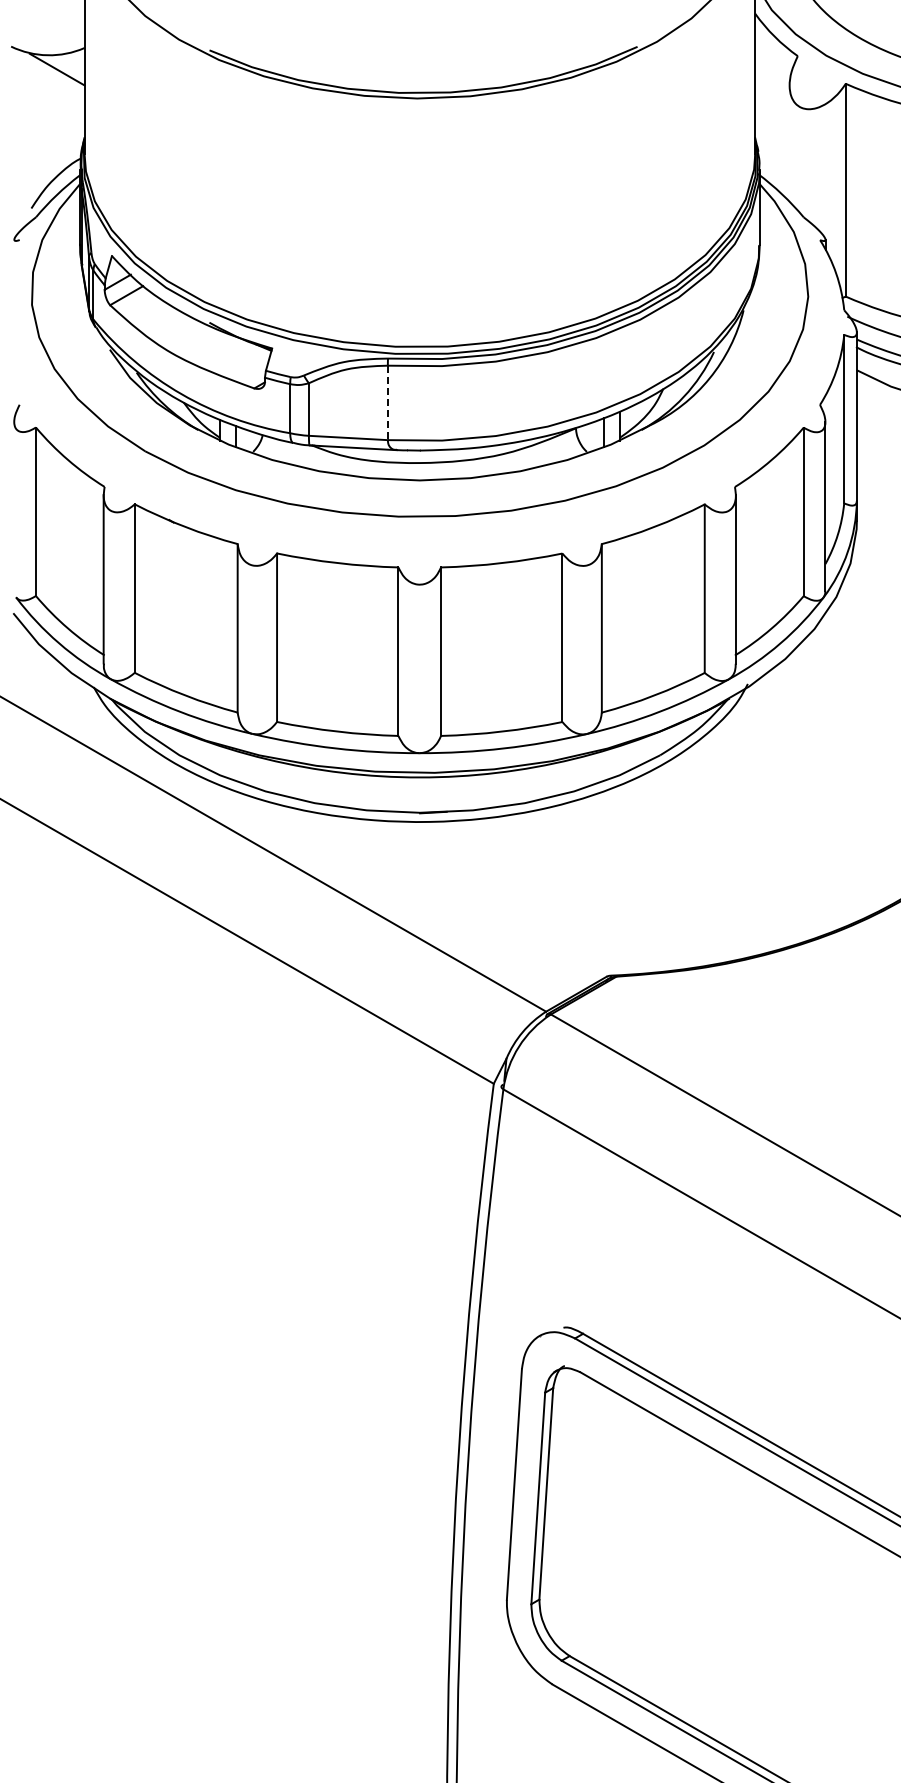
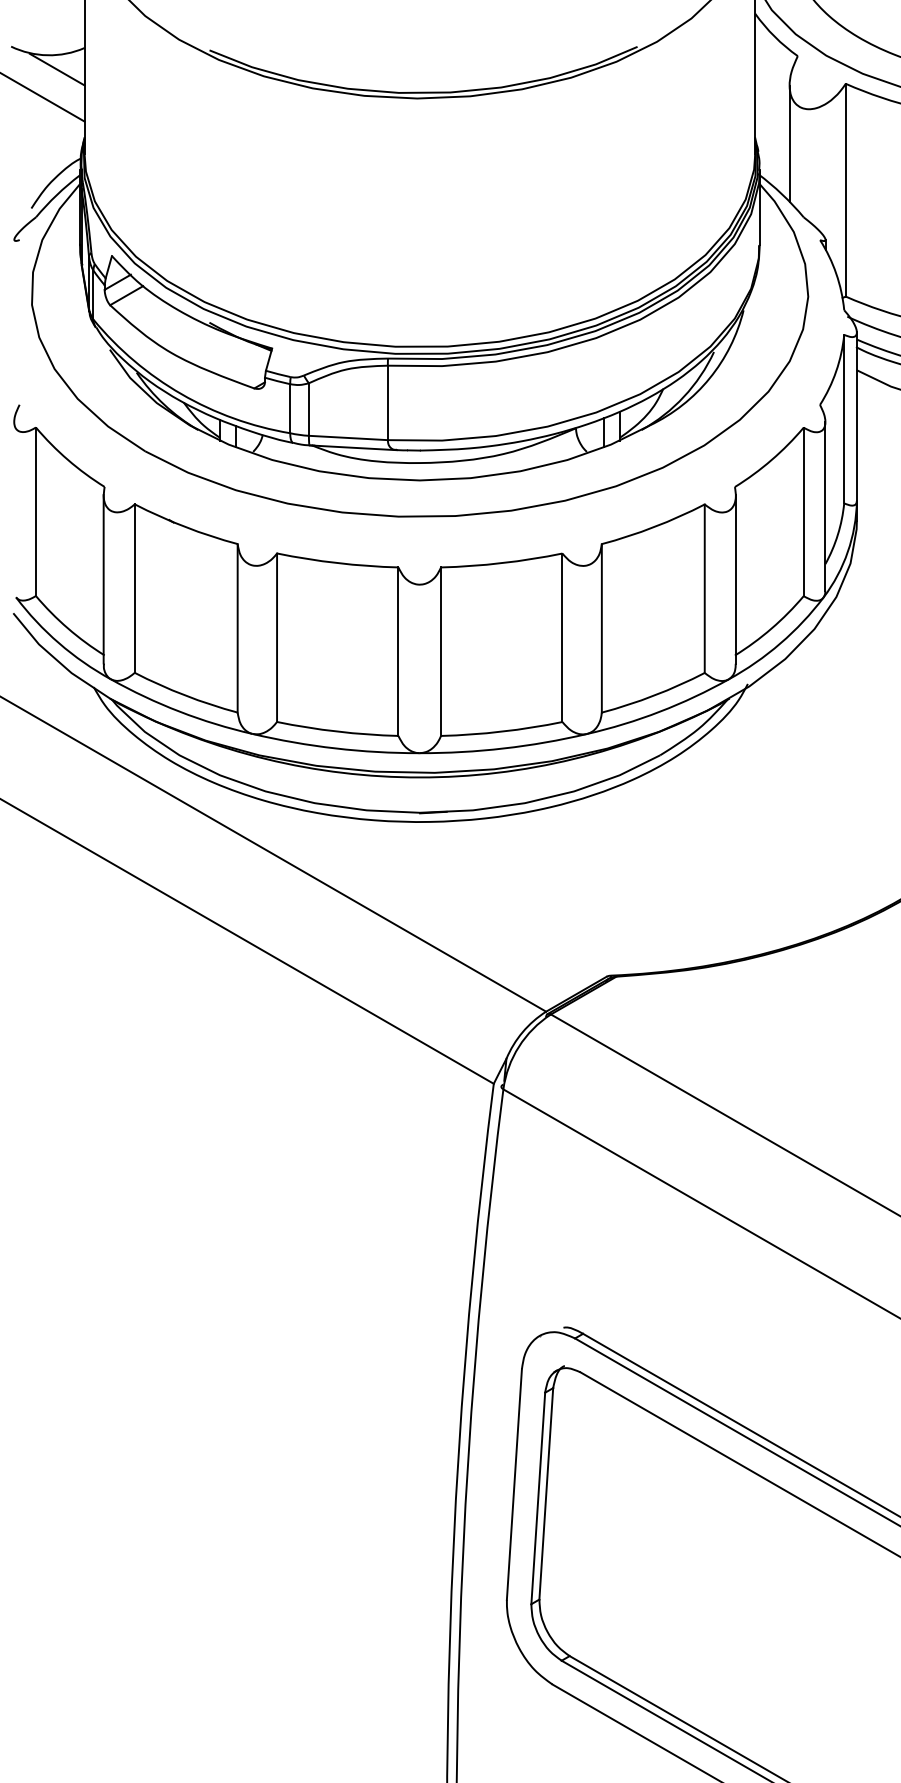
line at (43, 97): none -> present
line at (789, 143): none -> present
line at (387, 403): dashed -> solid
